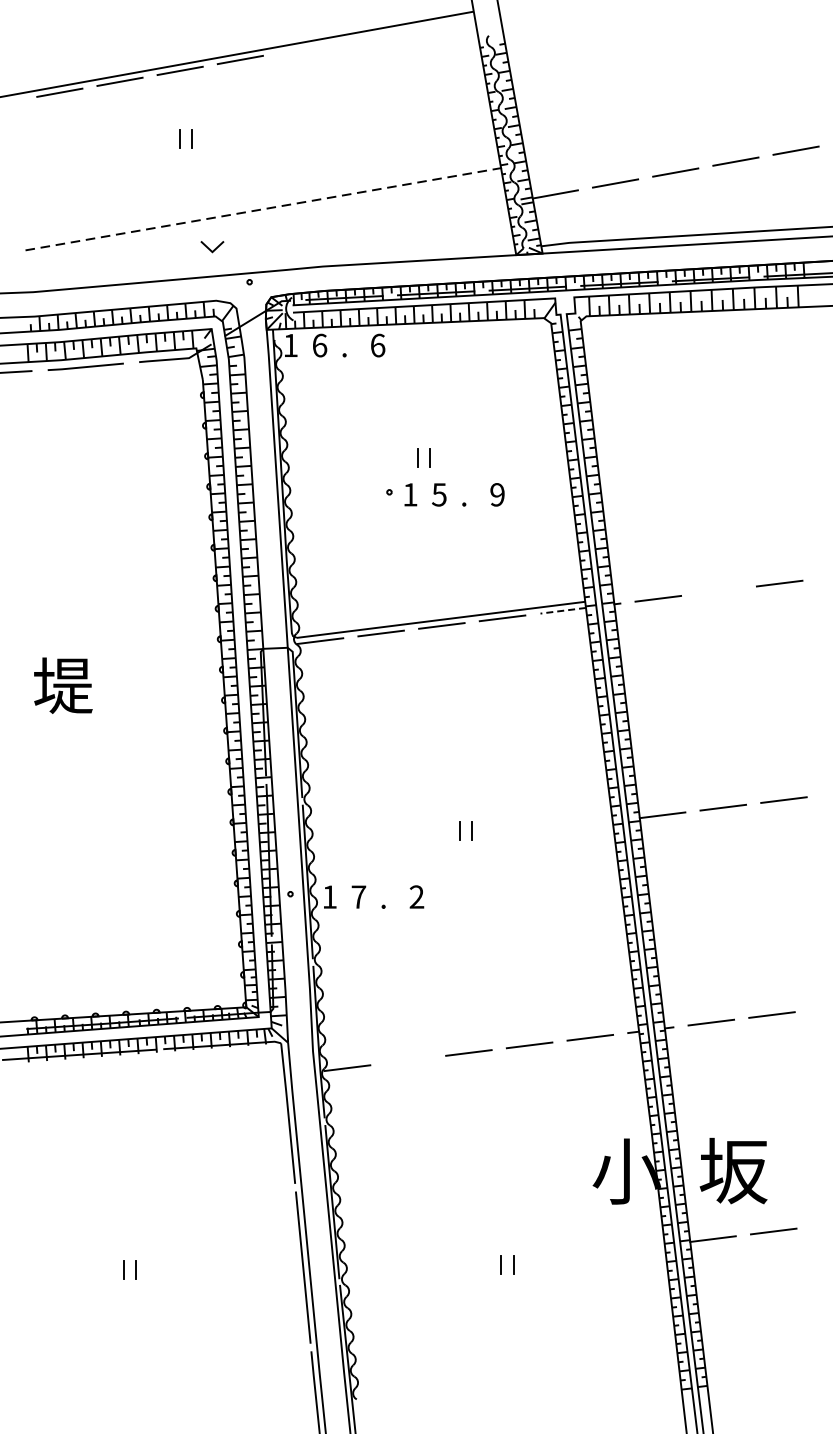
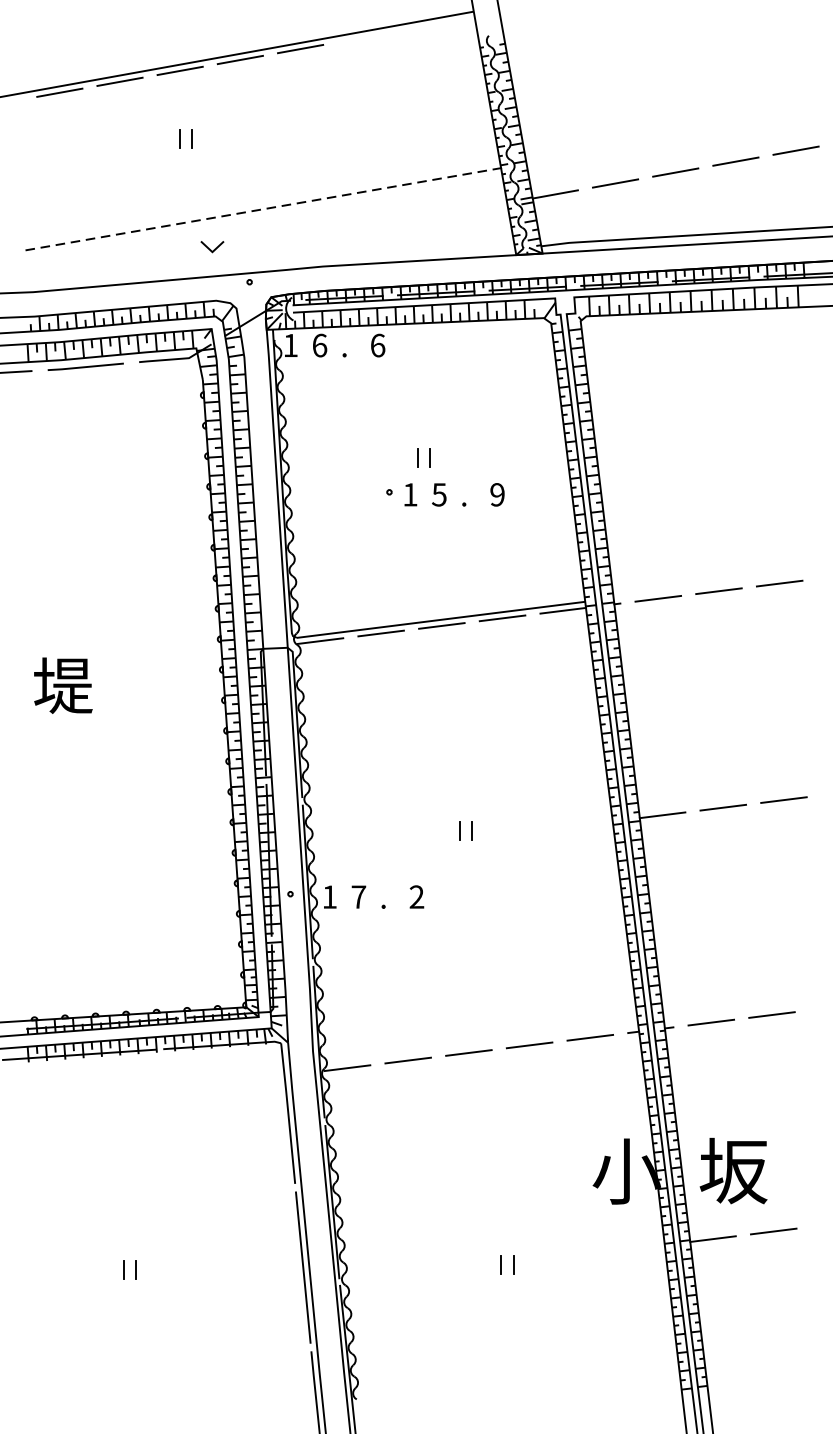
line at (300, 48): none -> present
line at (718, 591): none -> present
line at (563, 610): dashed -> solid
line at (407, 1060): none -> present
